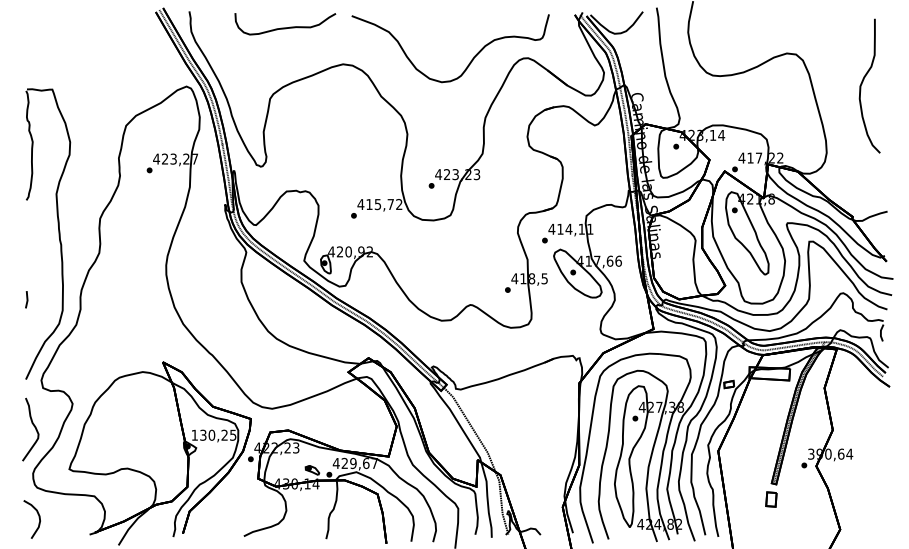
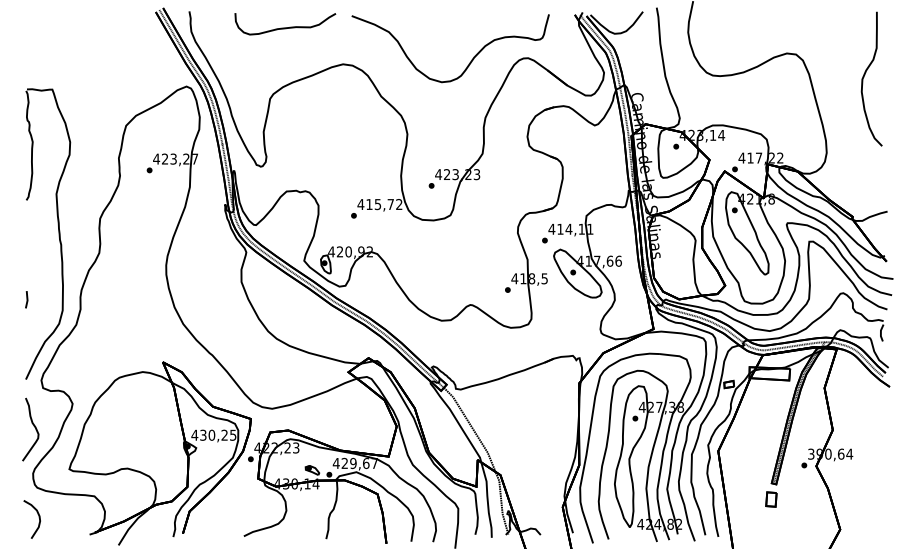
curve at (863, 82) position: (863, 82) -> (865, 75)
text at (194, 434): 130,25 -> 430,25
